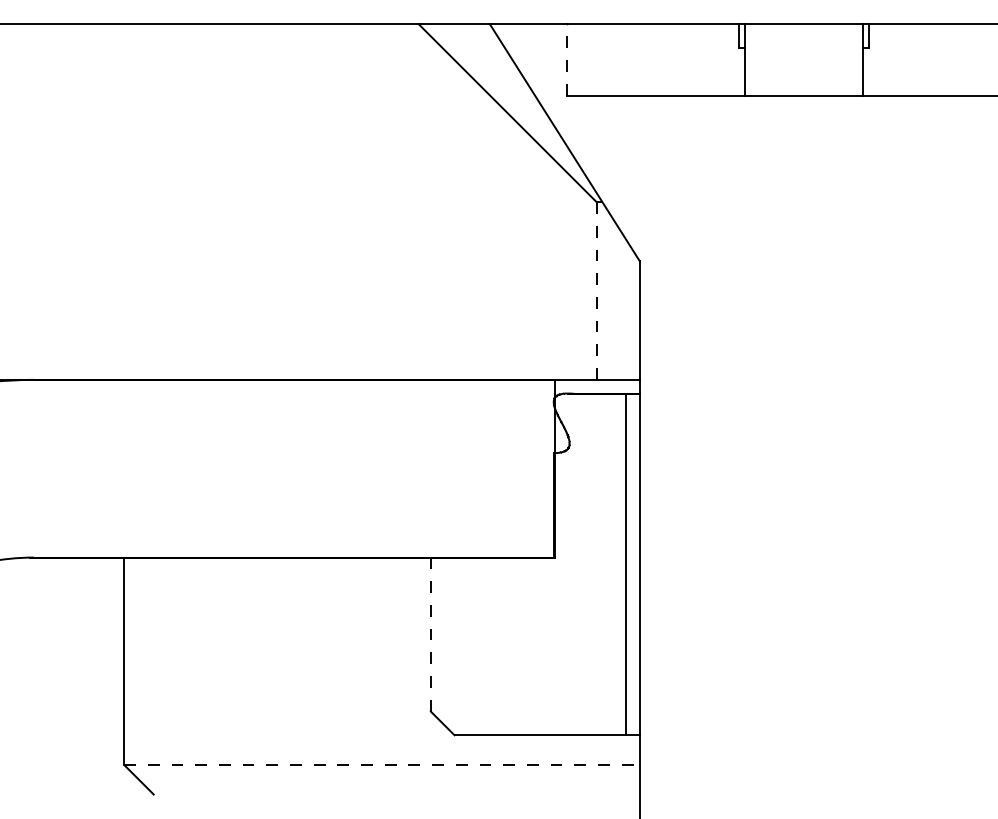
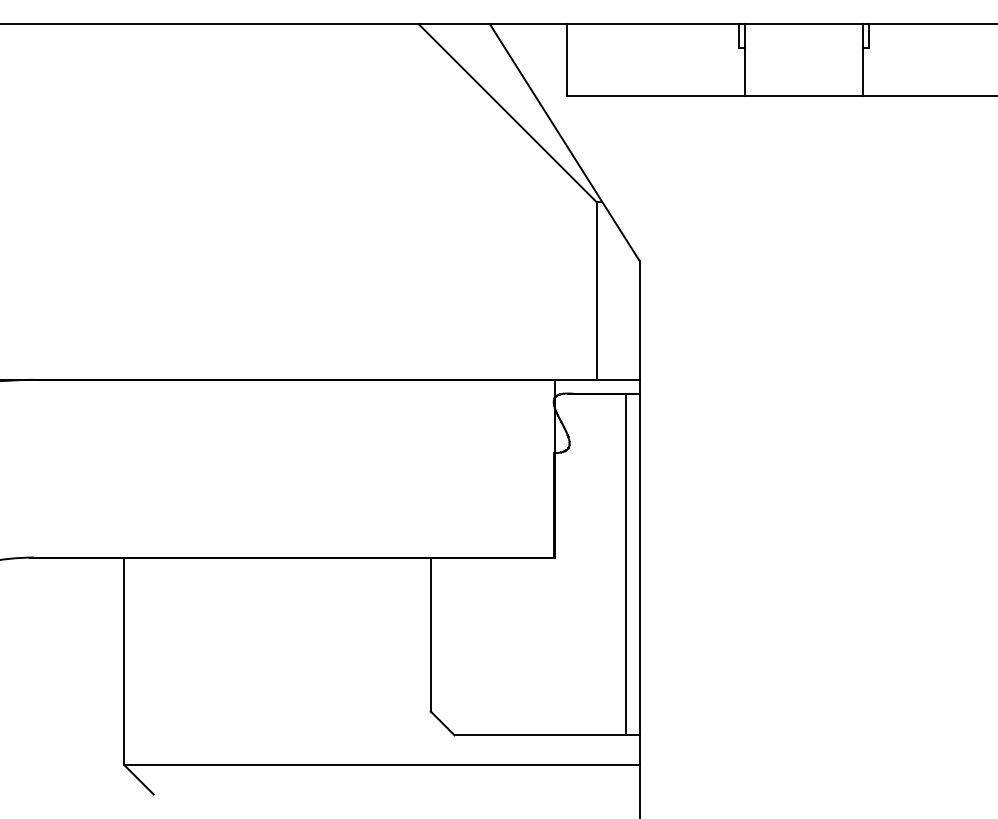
line at (567, 60): dashed -> solid
line at (596, 291): dashed -> solid
line at (430, 635): dashed -> solid
line at (382, 764): dashed -> solid
